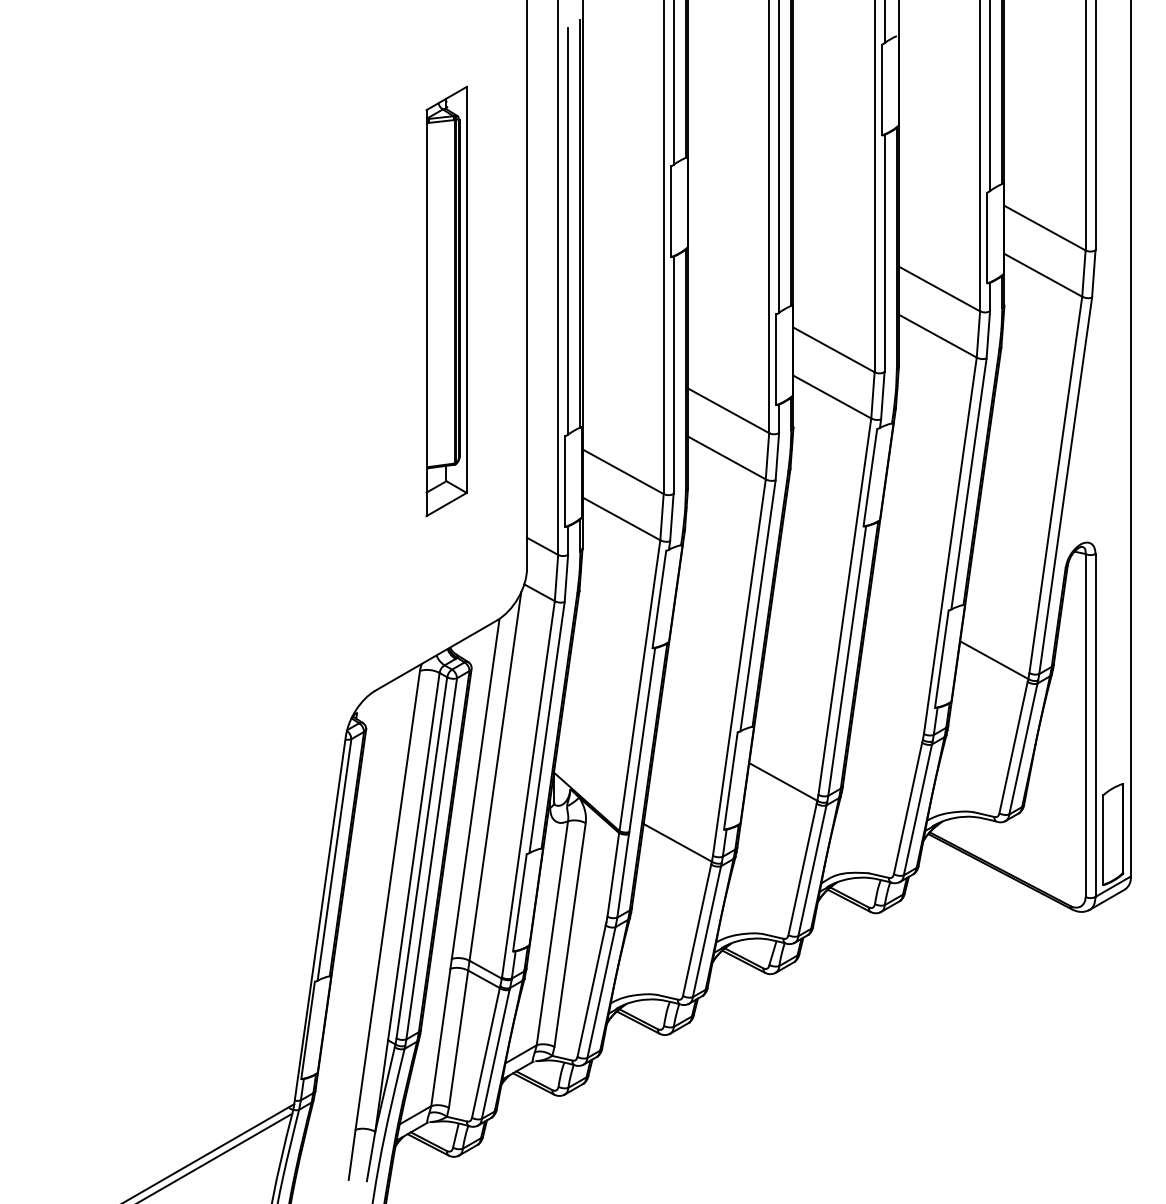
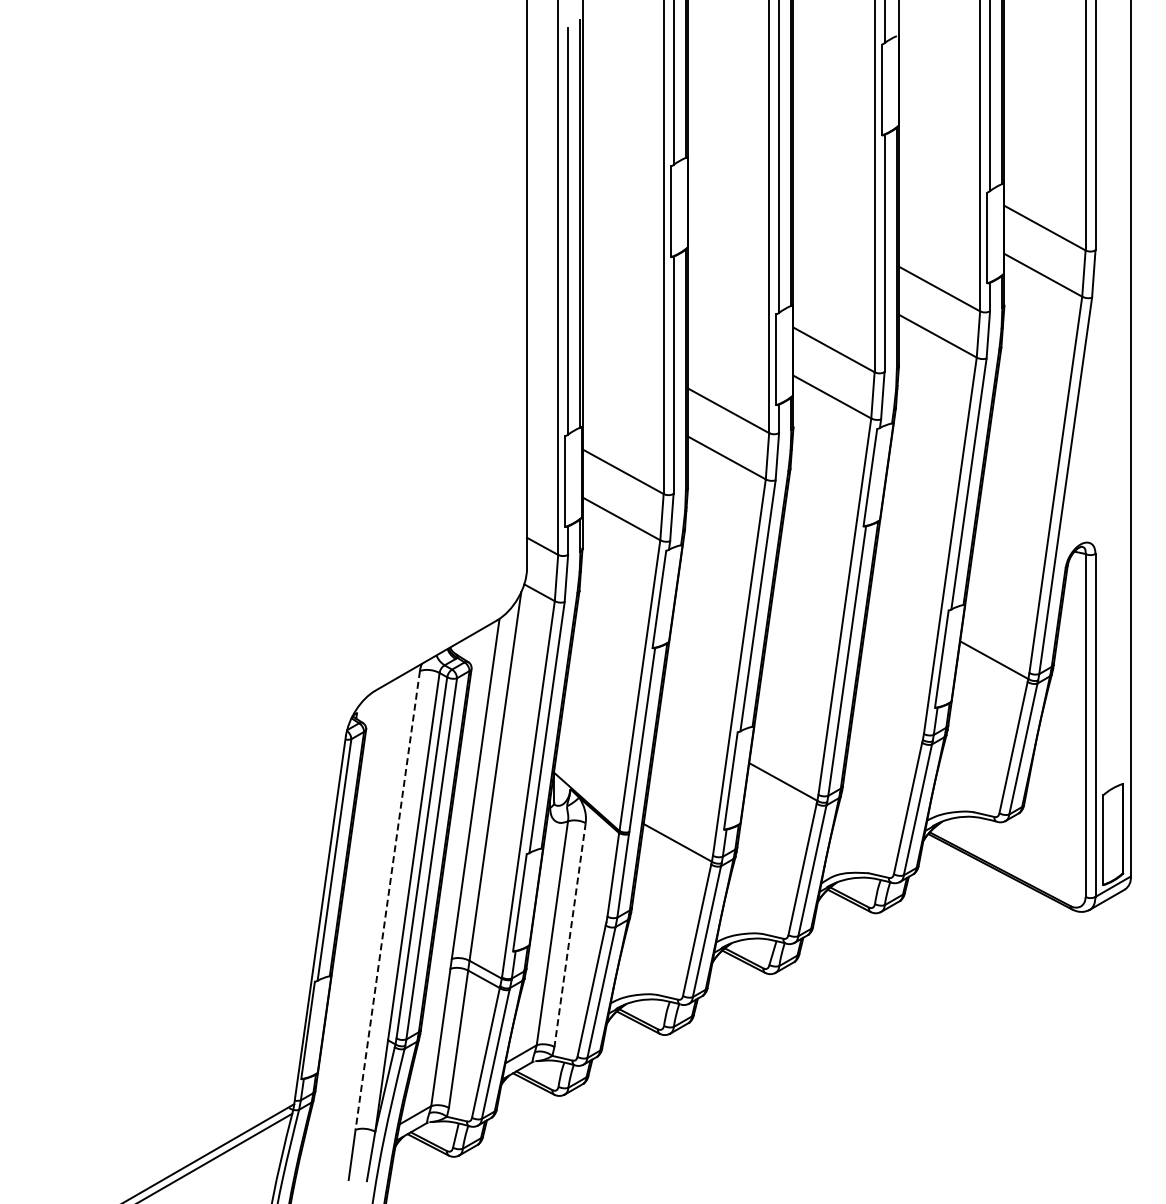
part at (446, 301): present -> none
line at (387, 900): solid -> dashed
line at (570, 935): solid -> dashed
